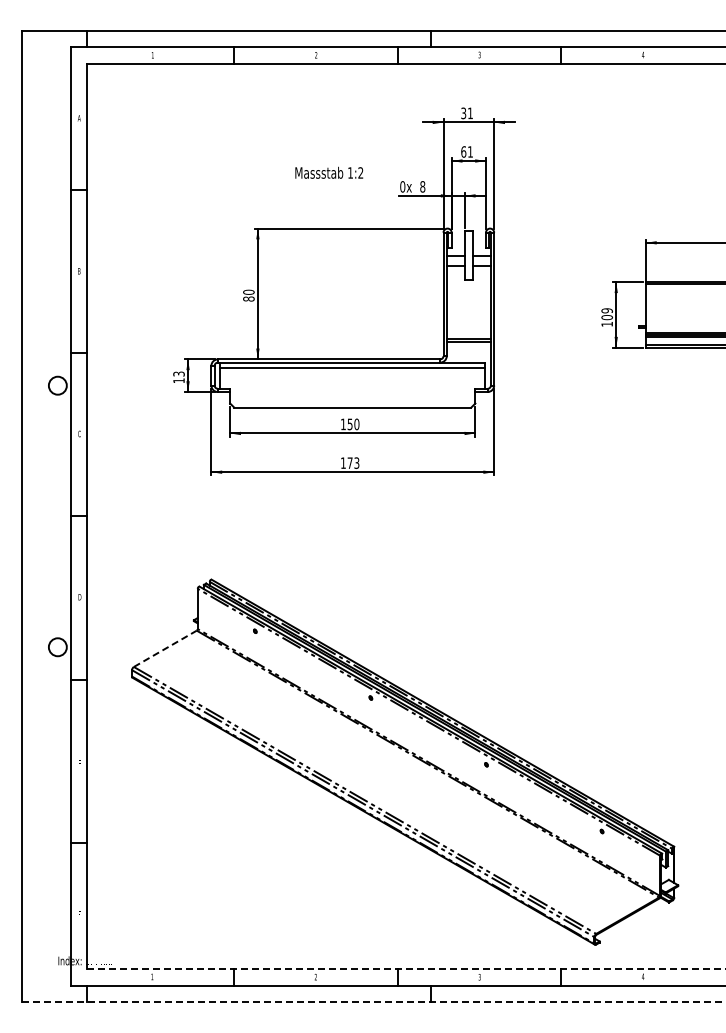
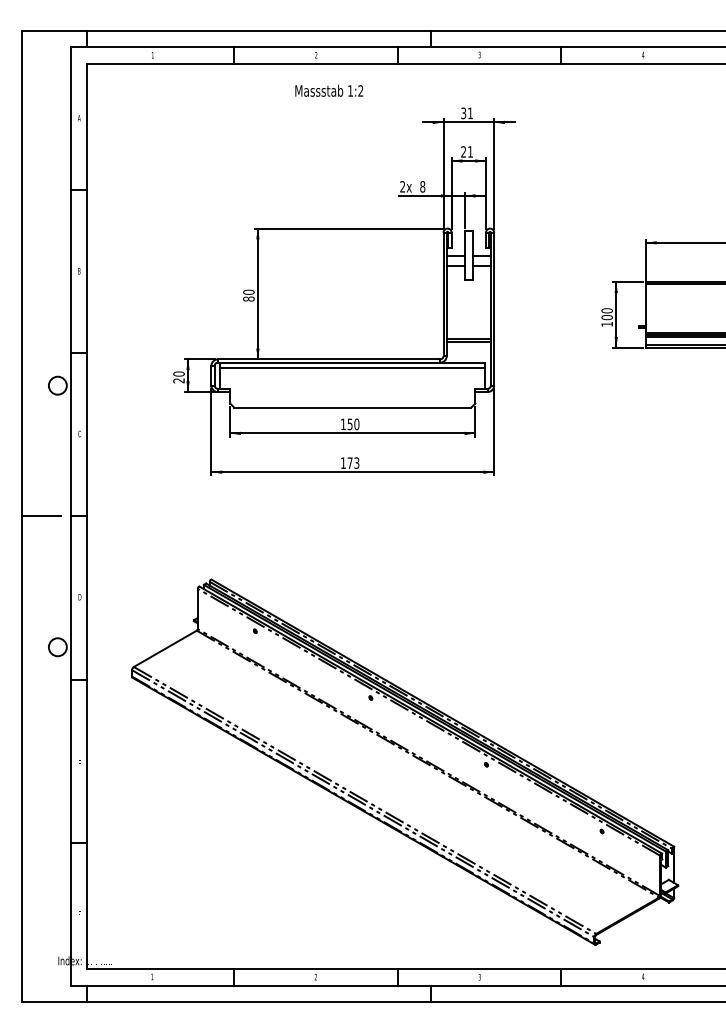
text at (463, 151): 61 -> 21
text at (329, 172) position: (329, 172) -> (329, 90)
text at (402, 186): 0x -> 2x
text at (607, 310): 109 -> 100
text at (178, 377): 13 -> 20
line at (41, 516): none -> present
line at (165, 648): dashed -> solid
line at (406, 969): dashed -> solid
line at (373, 1002): dashed -> solid
